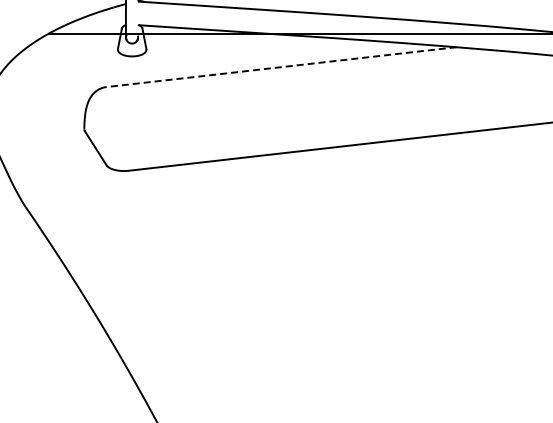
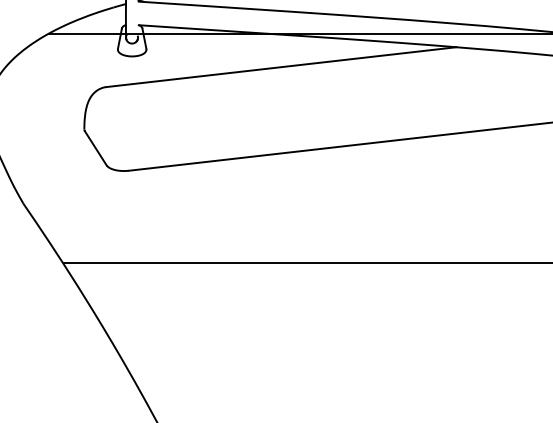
line at (281, 67): dashed -> solid
line at (306, 263): none -> present
